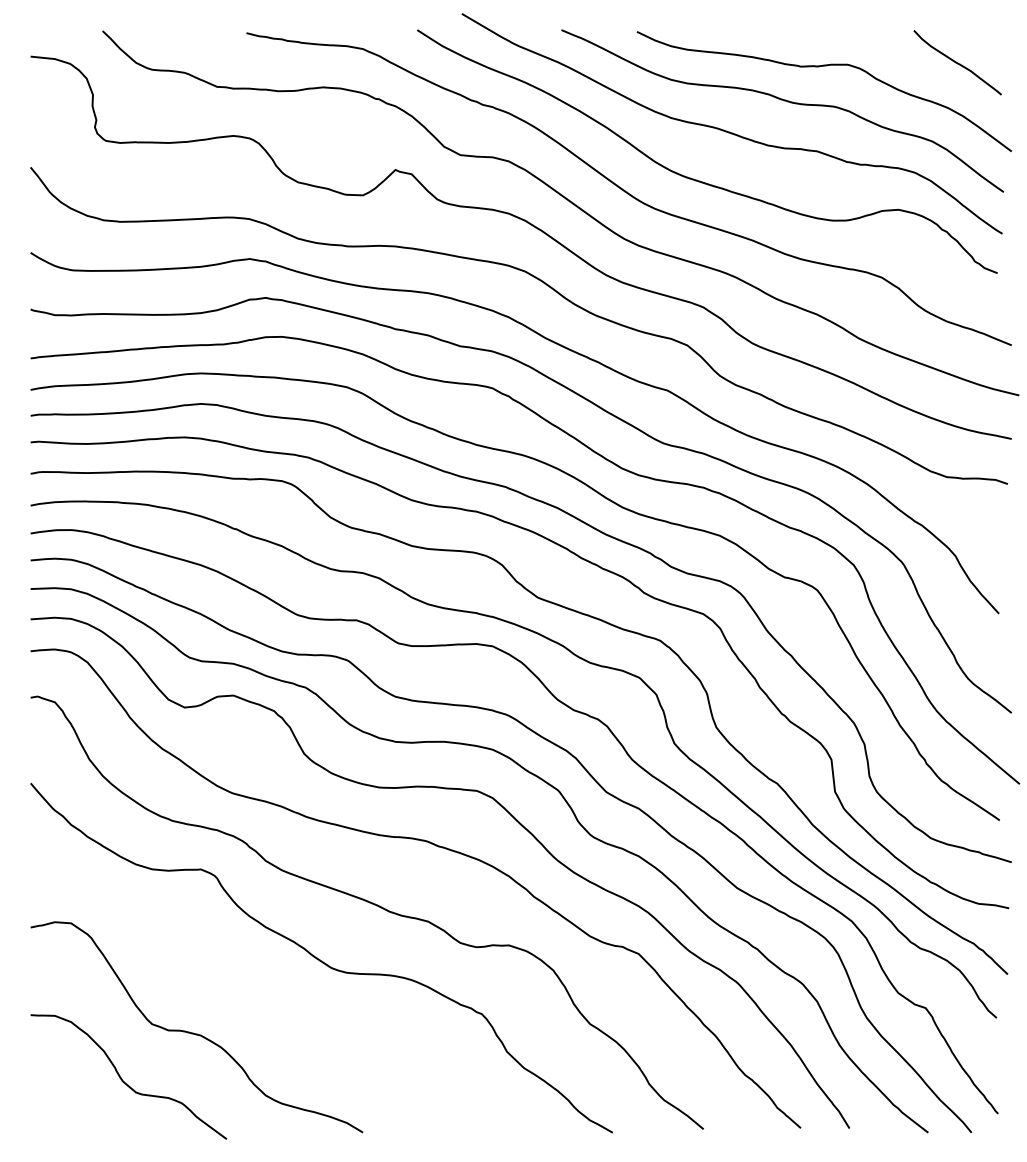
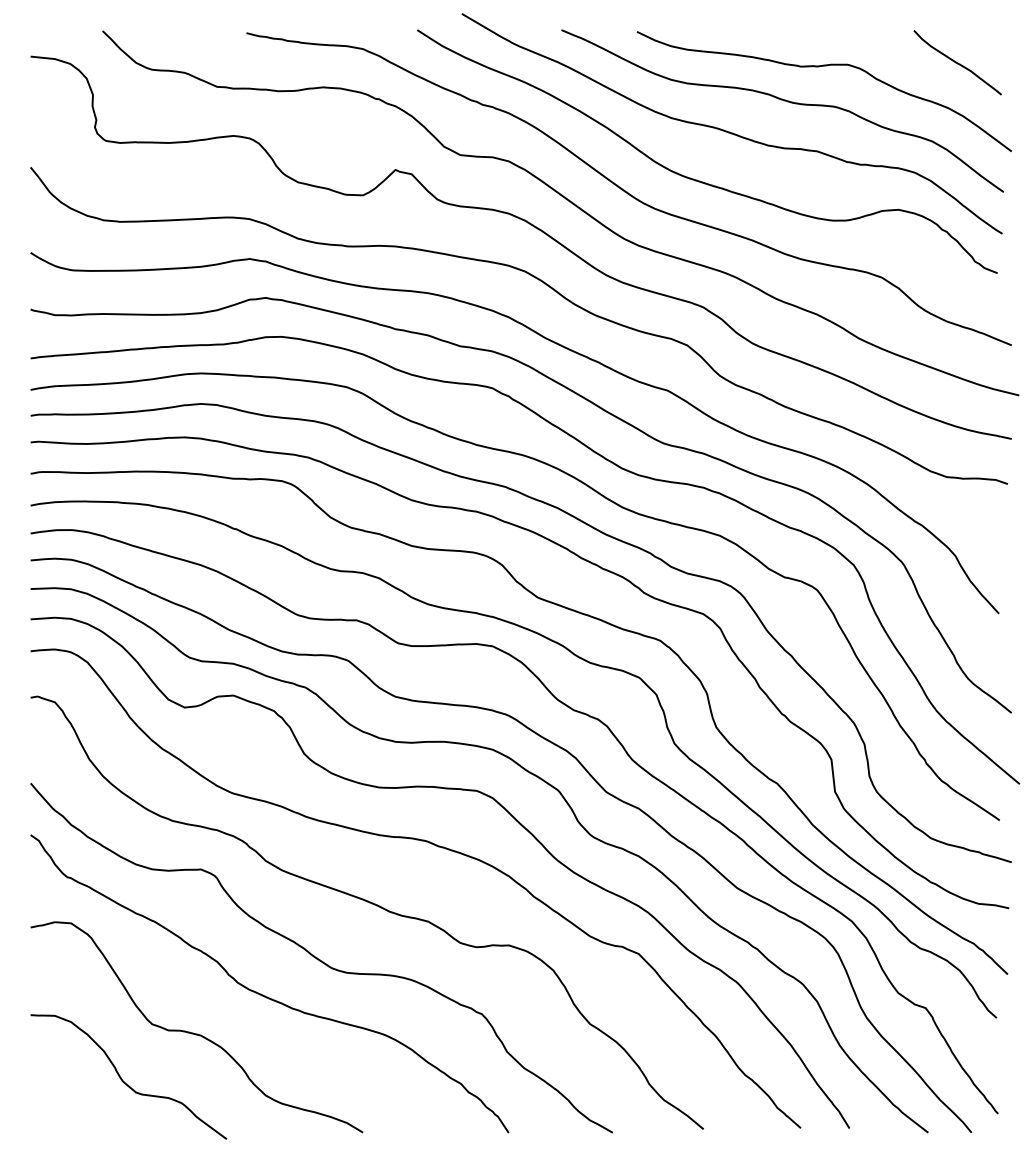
curve at (263, 994): none -> present
